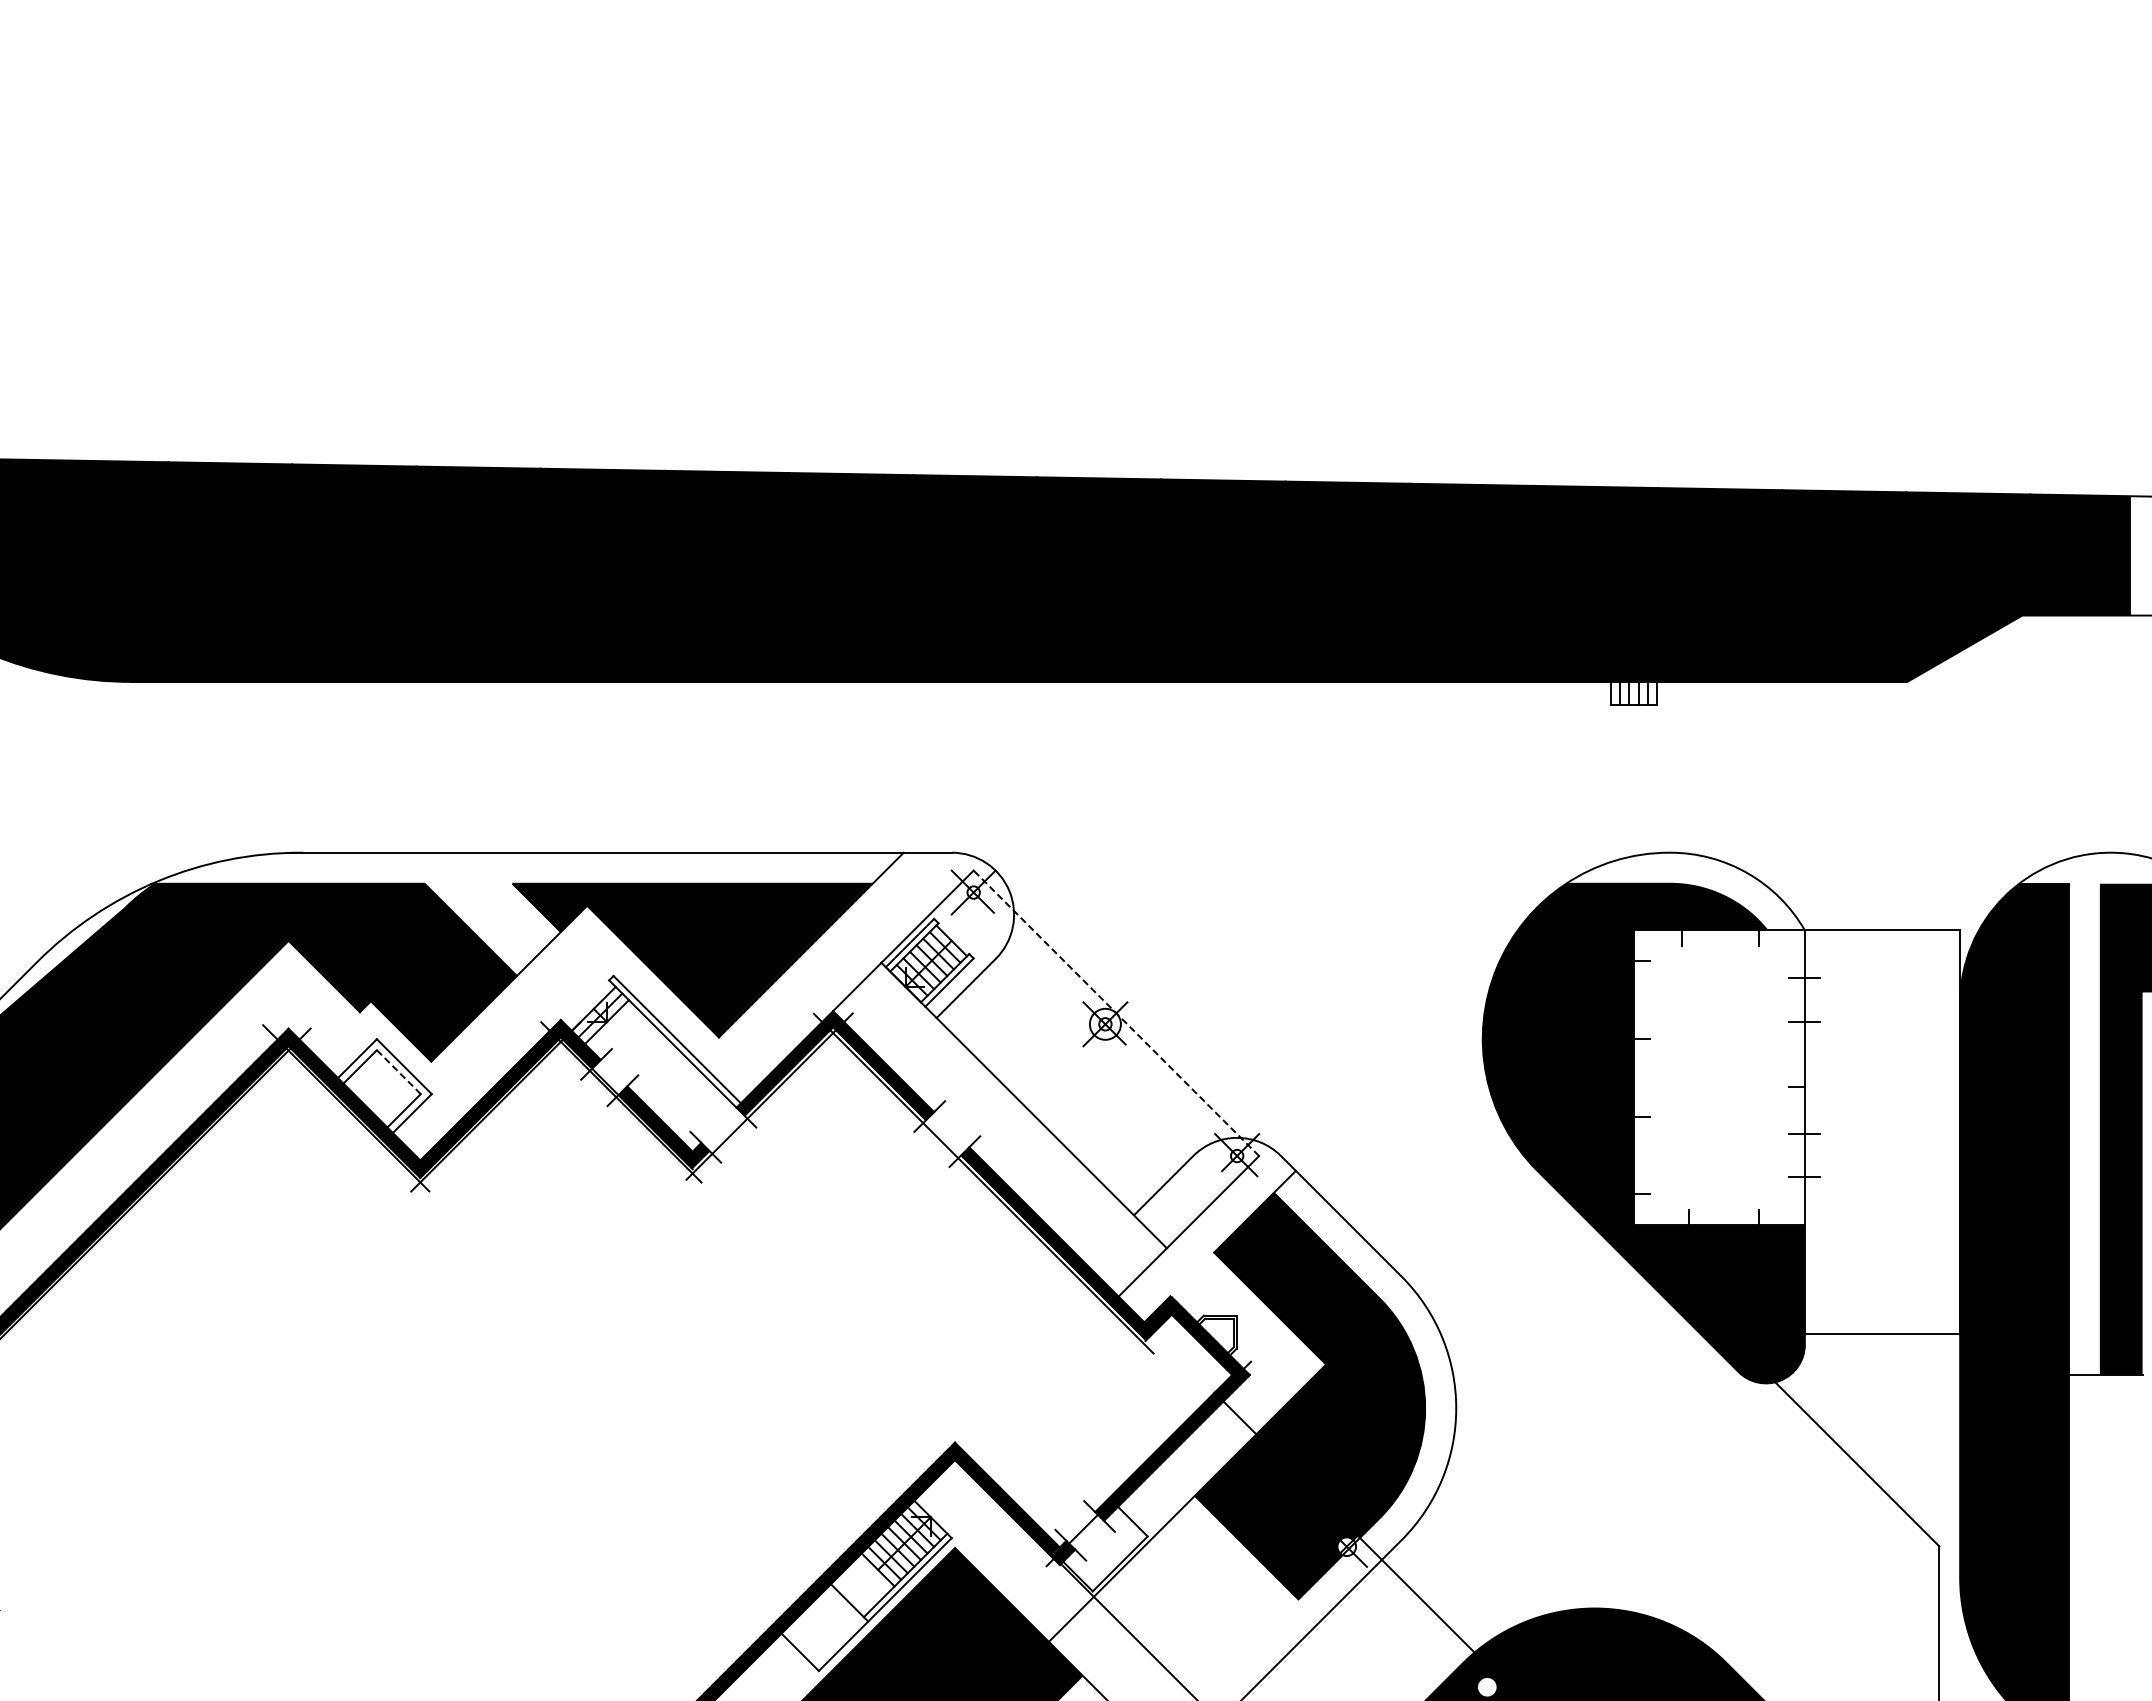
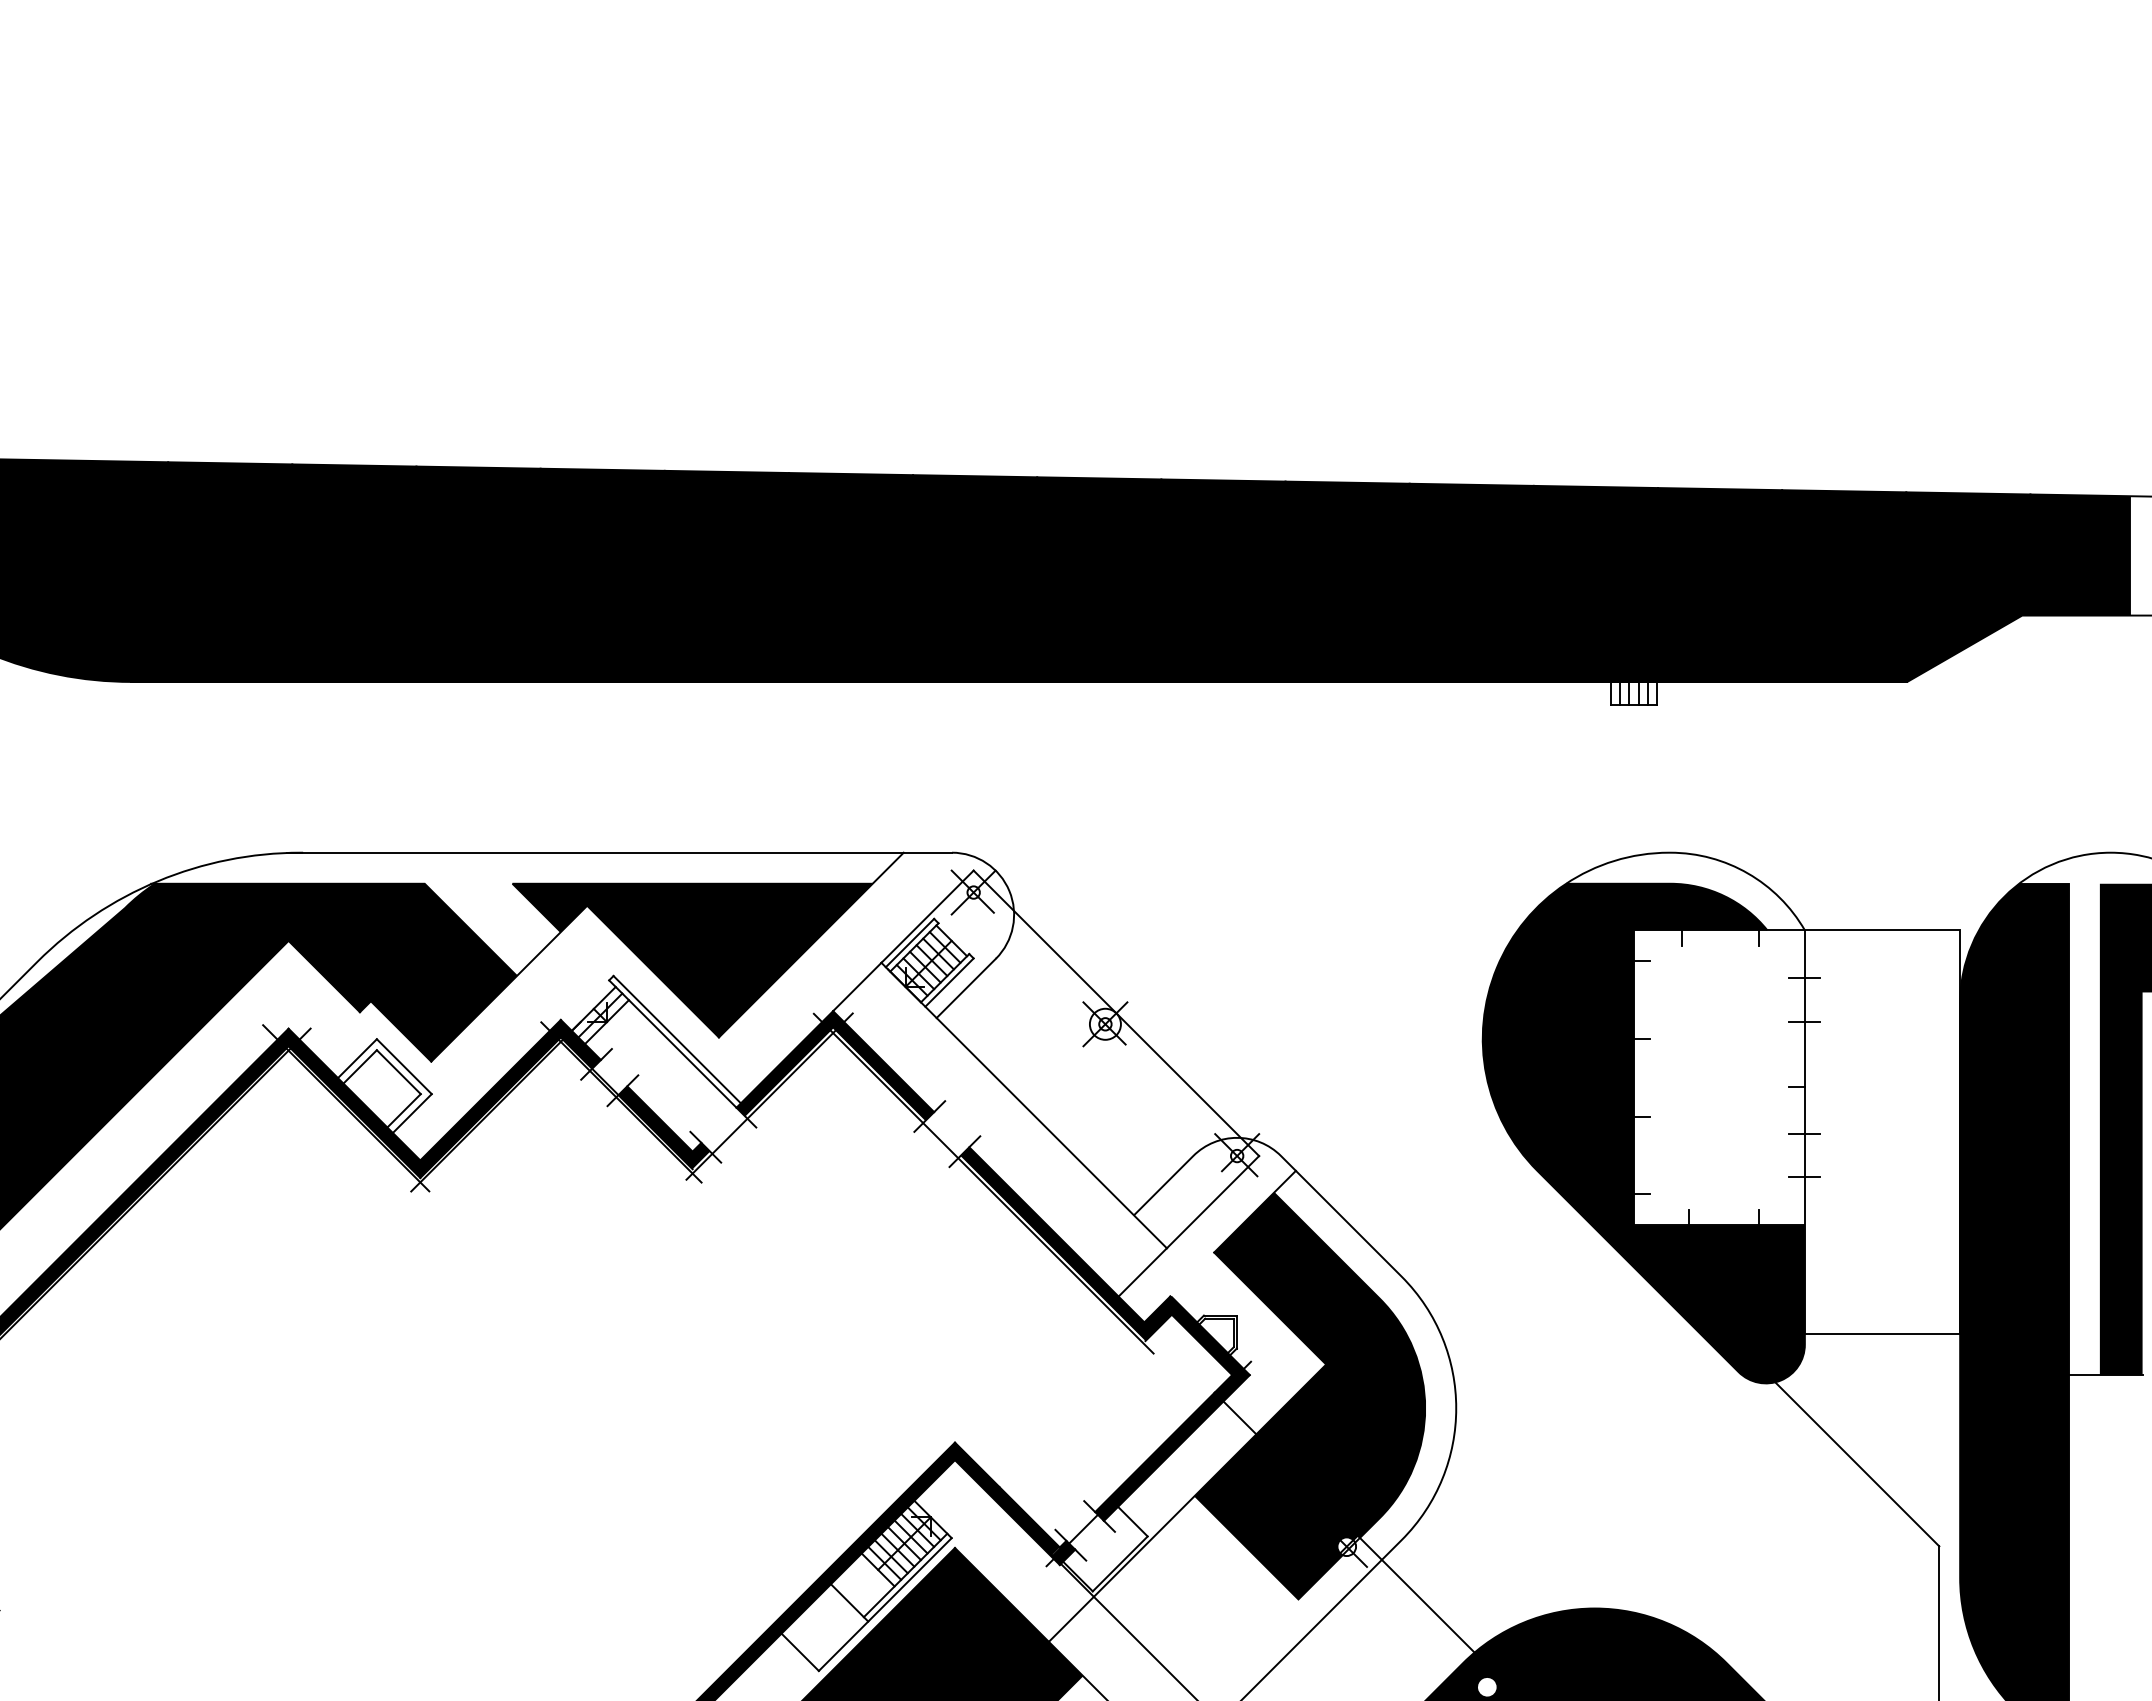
line at (1116, 1013): dashed -> solid
line at (398, 1071): dashed -> solid
